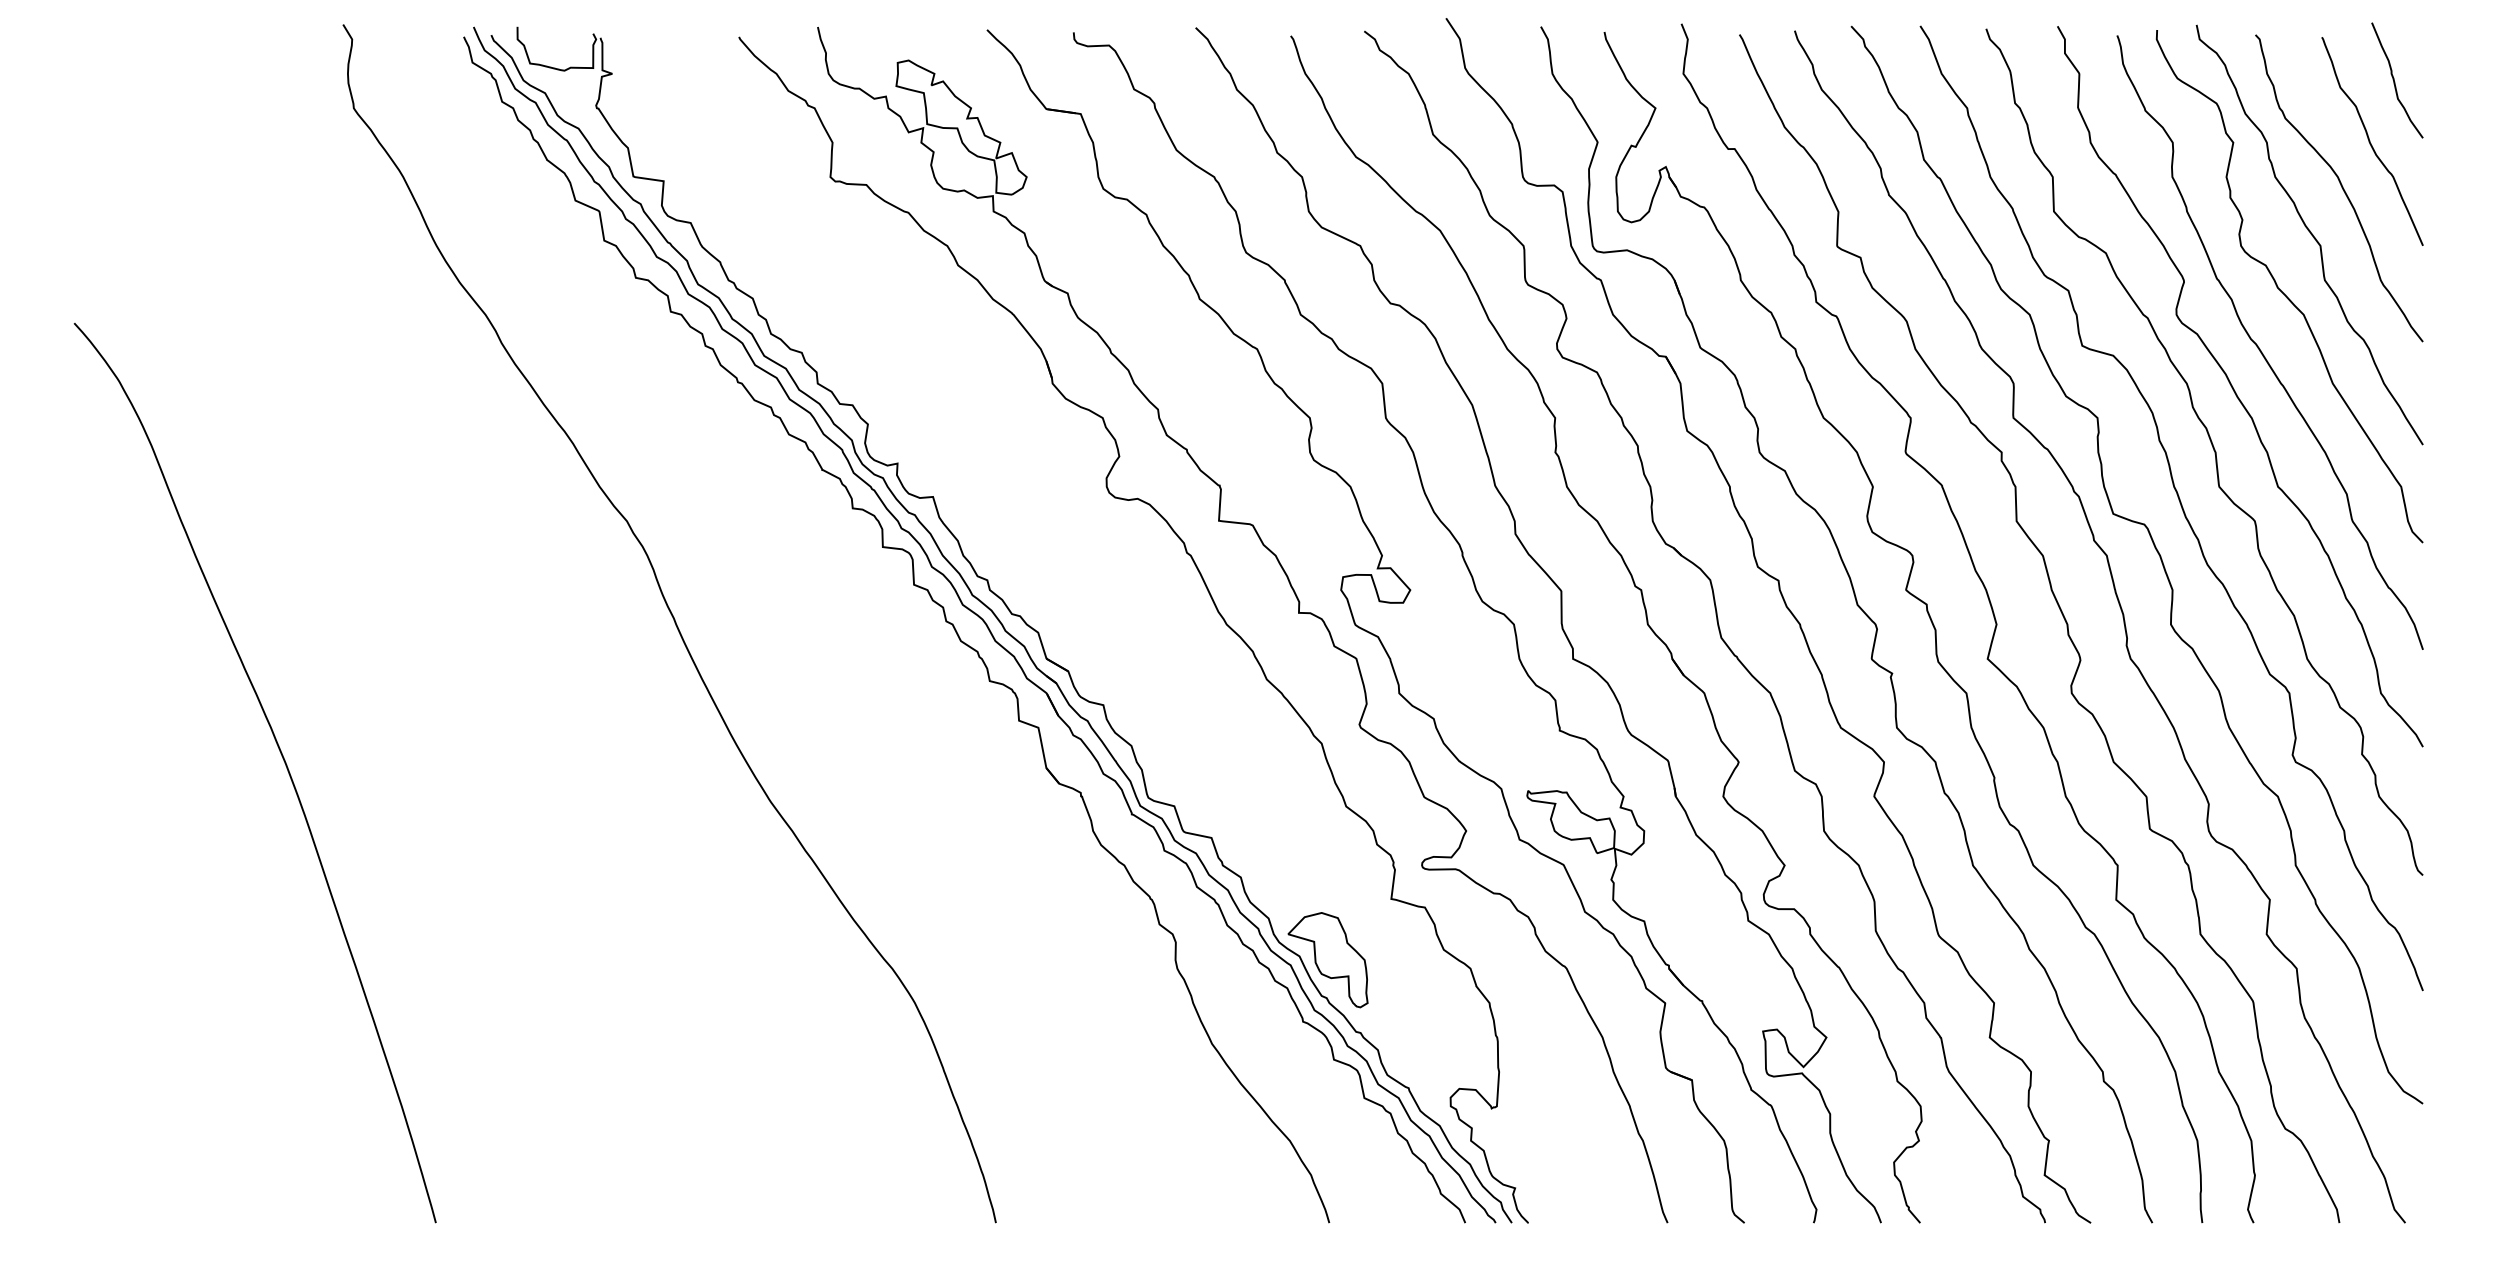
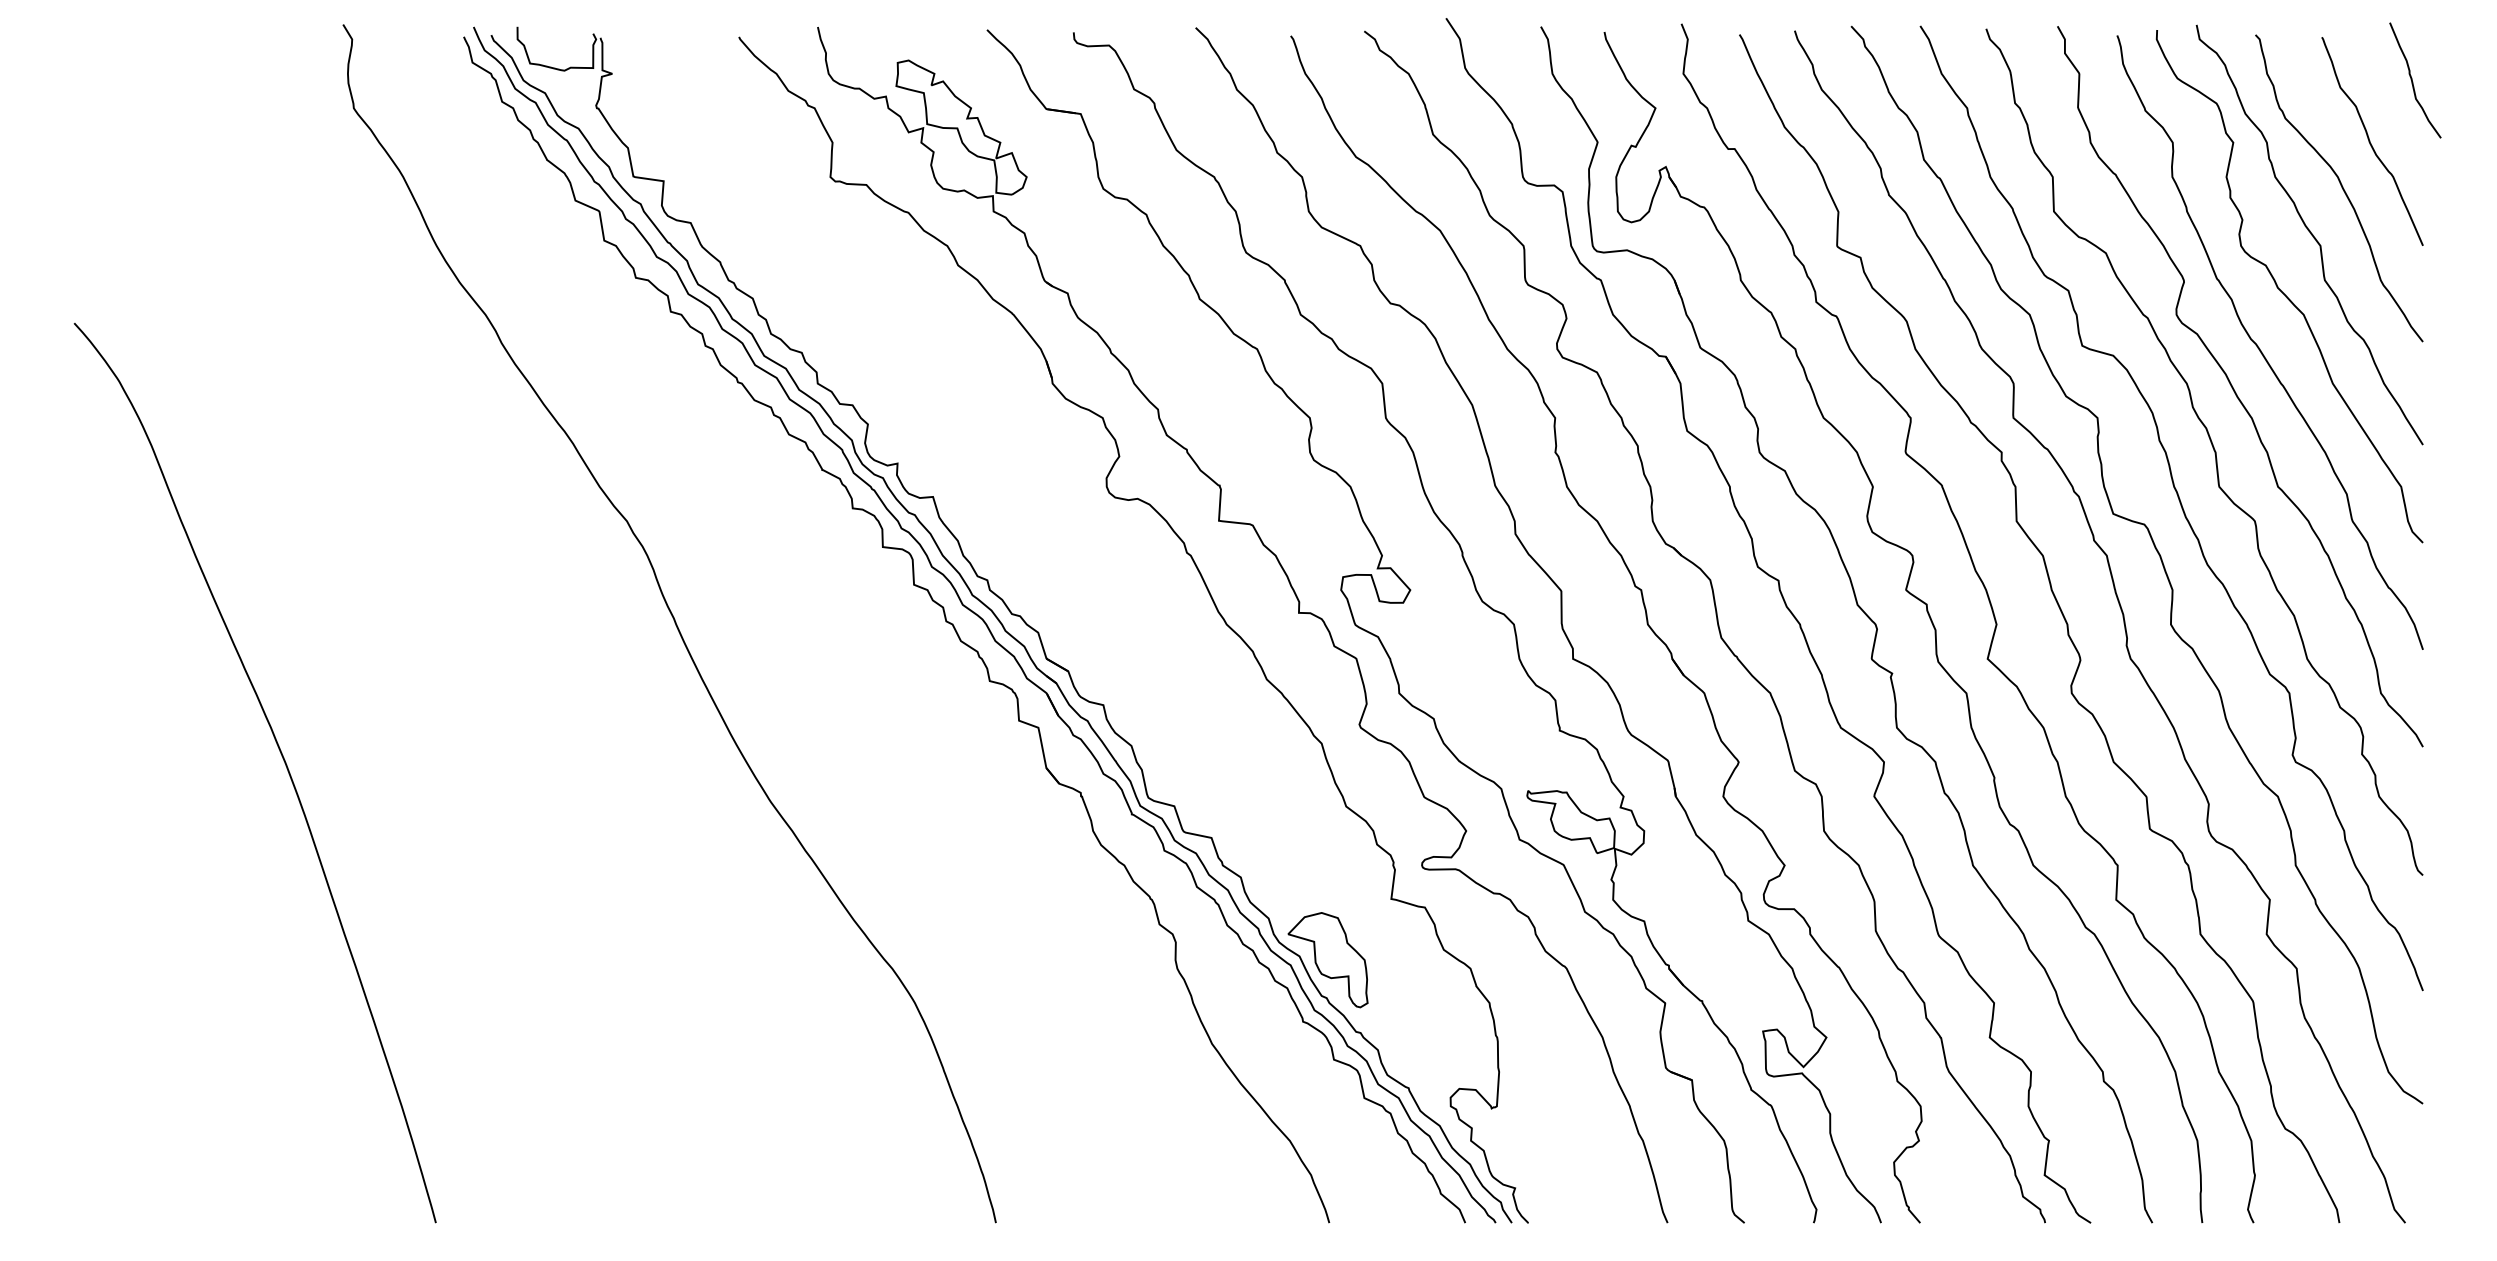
curve at (2395, 82) position: (2395, 82) -> (2413, 82)
